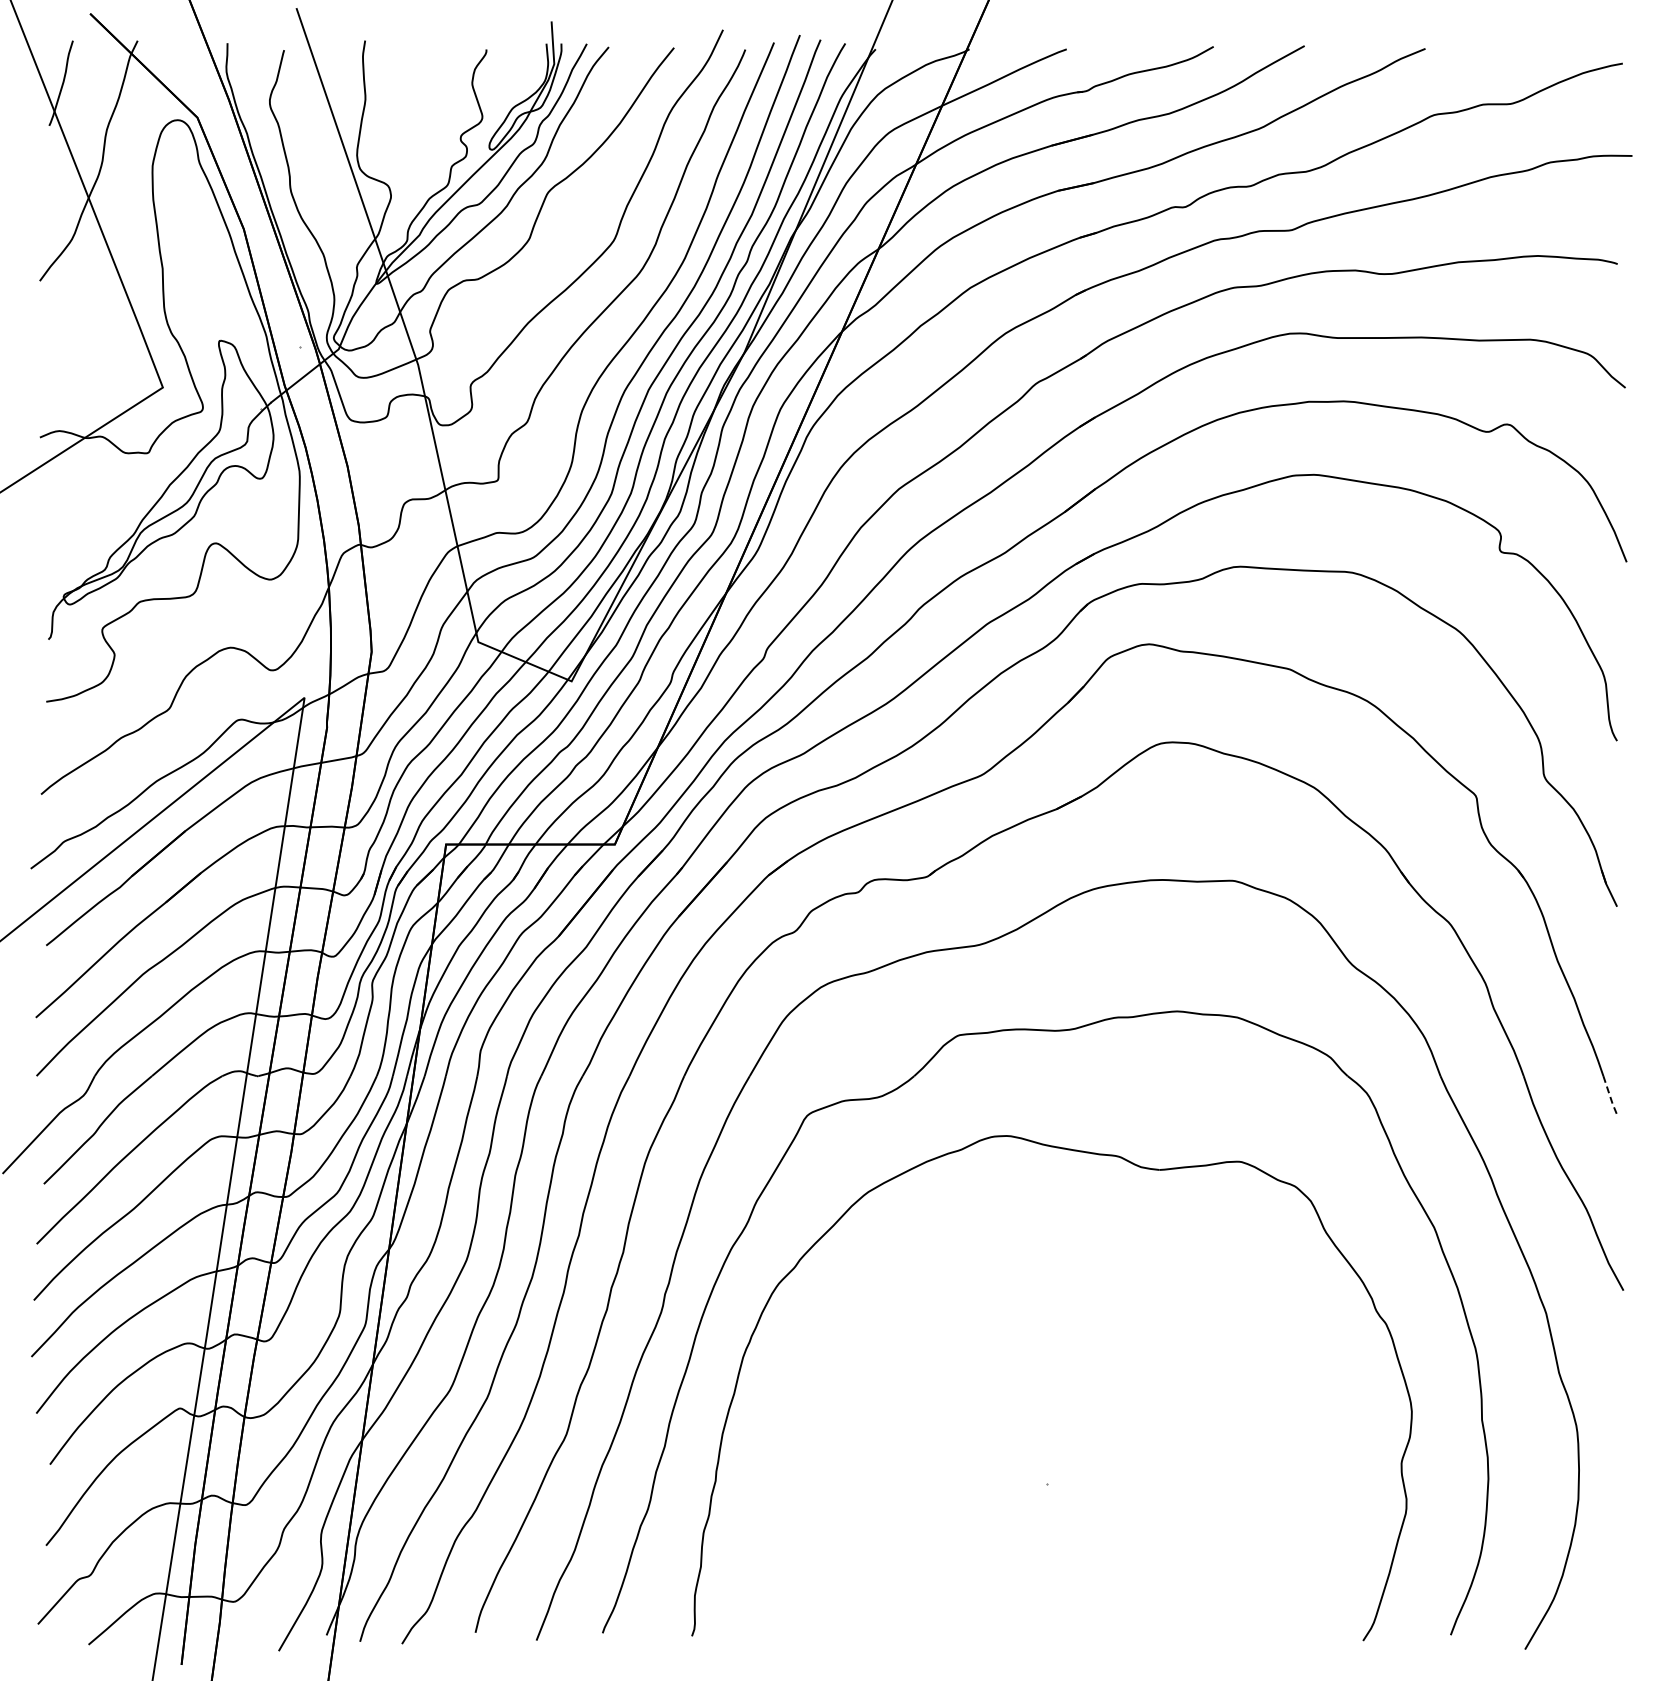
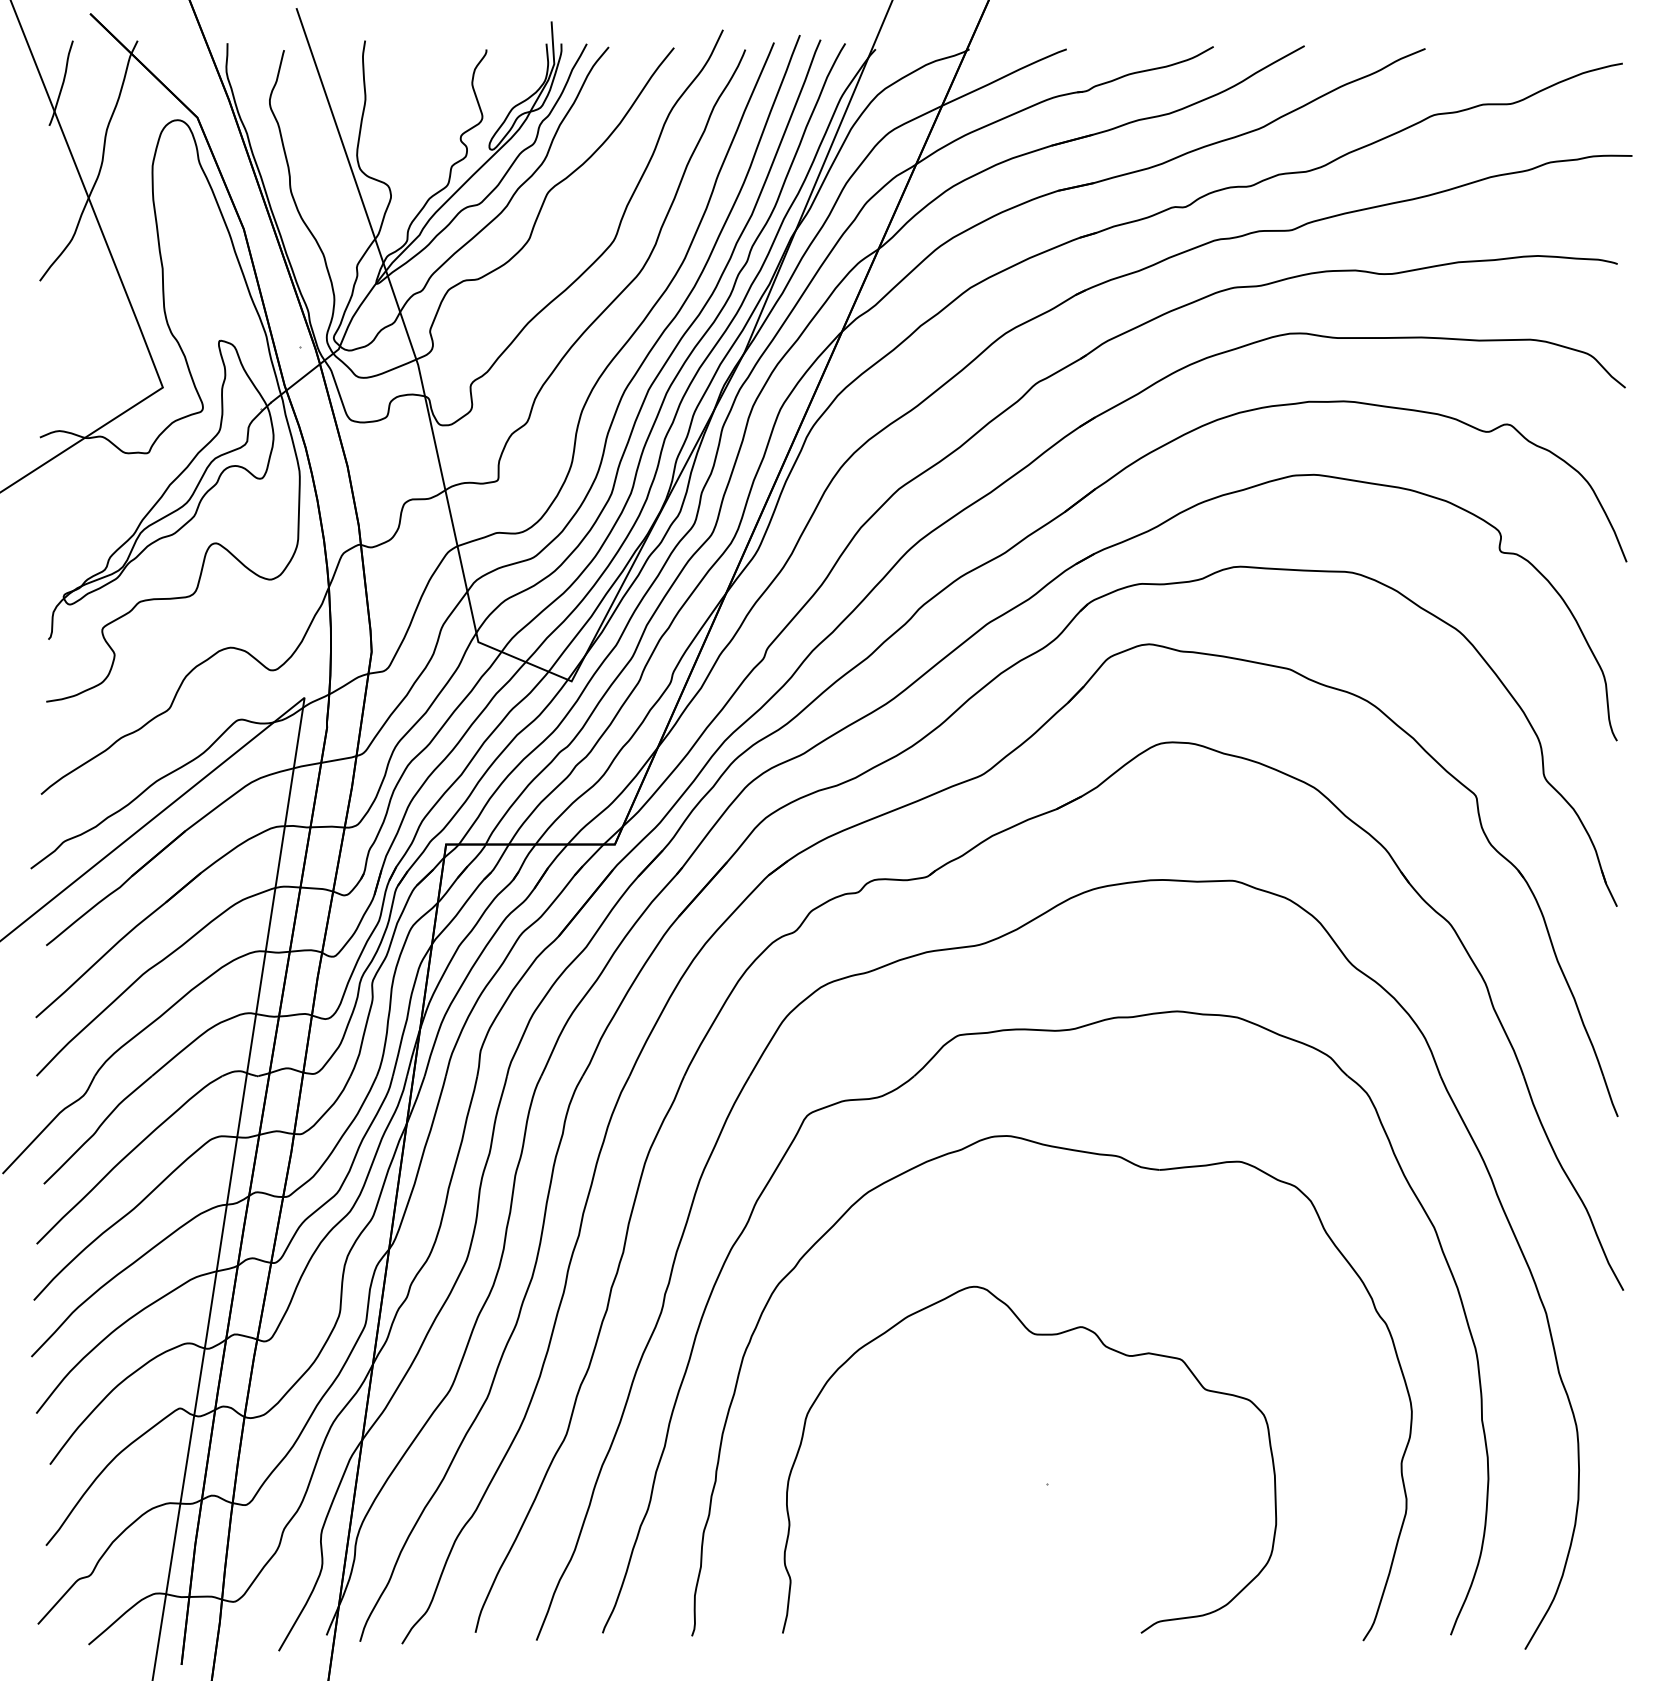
line at (1610, 1097): dashed -> solid
curve at (1035, 1335): none -> present
